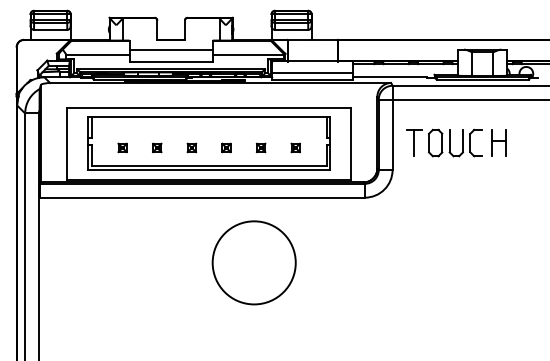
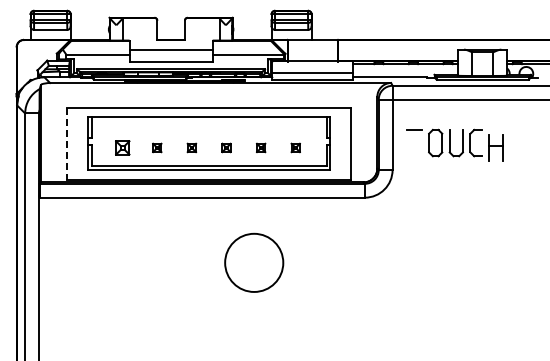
line at (414, 142): present -> none
part at (498, 142) position: (498, 142) -> (495, 147)
line at (67, 144): solid -> dashed
part at (122, 147) size: 11x12 px -> 16x16 px
circle at (253, 262) diameter: 83 px -> 58 px
